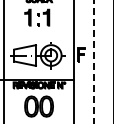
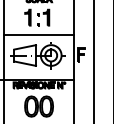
line at (38, 34): none -> present
line at (93, 61): dashed -> solid
